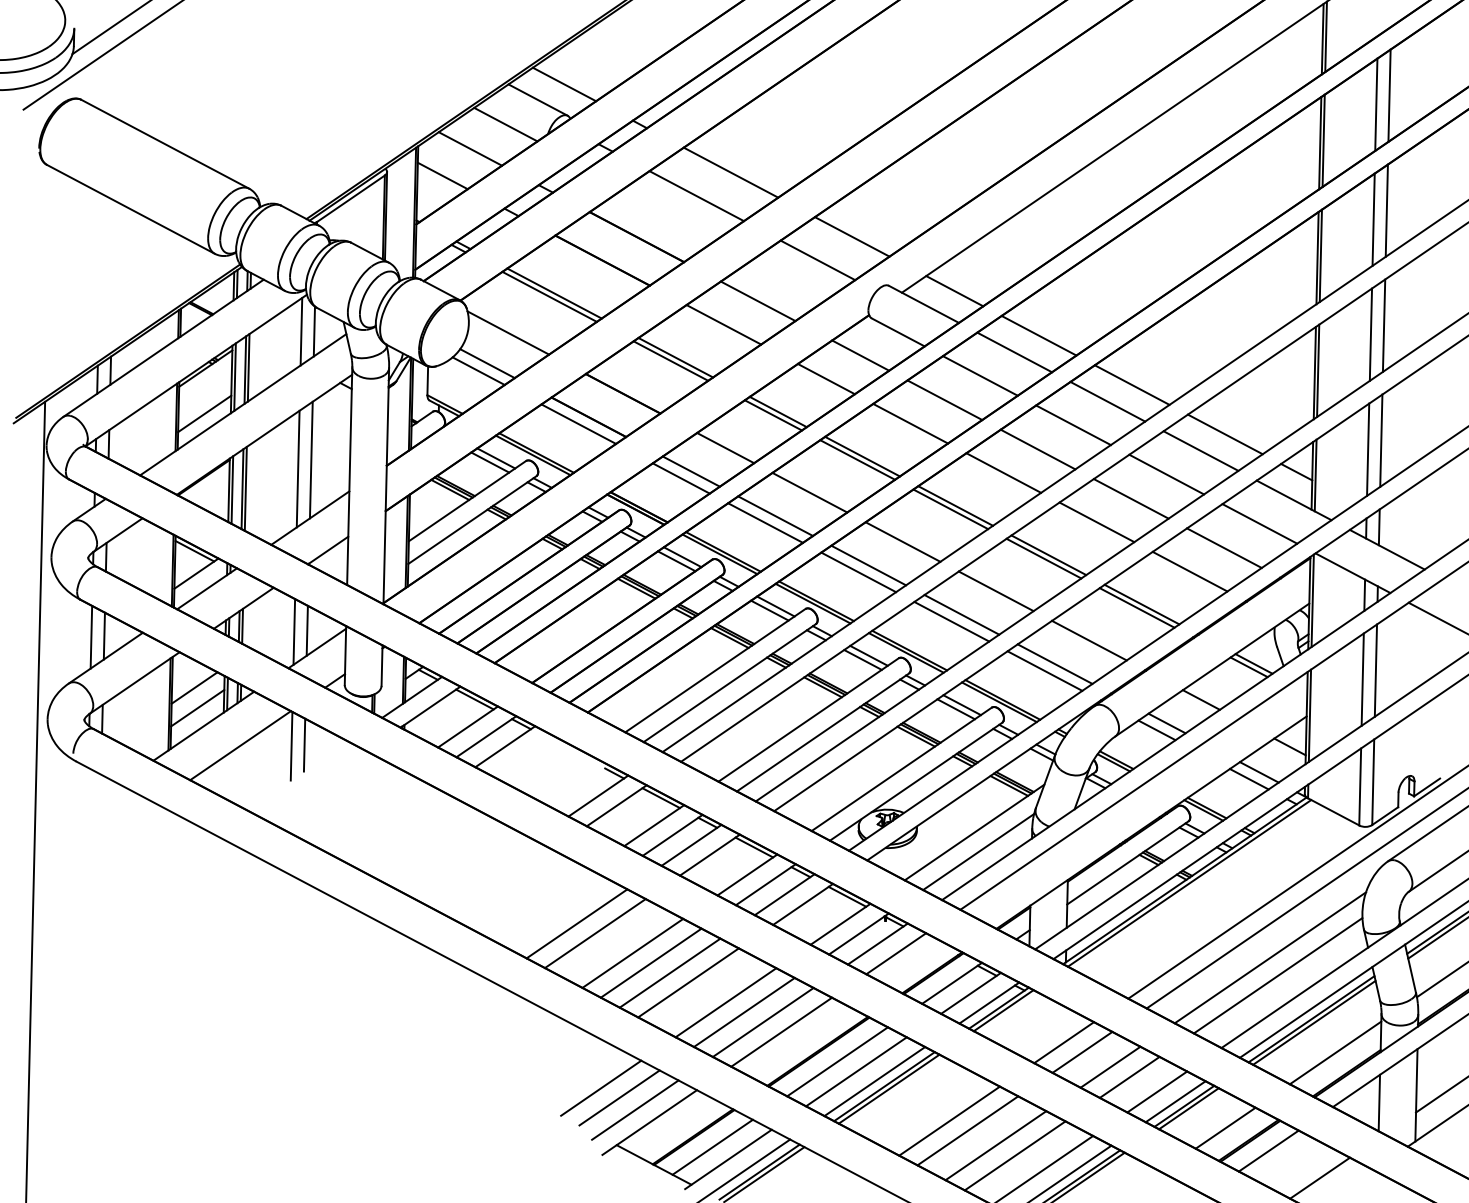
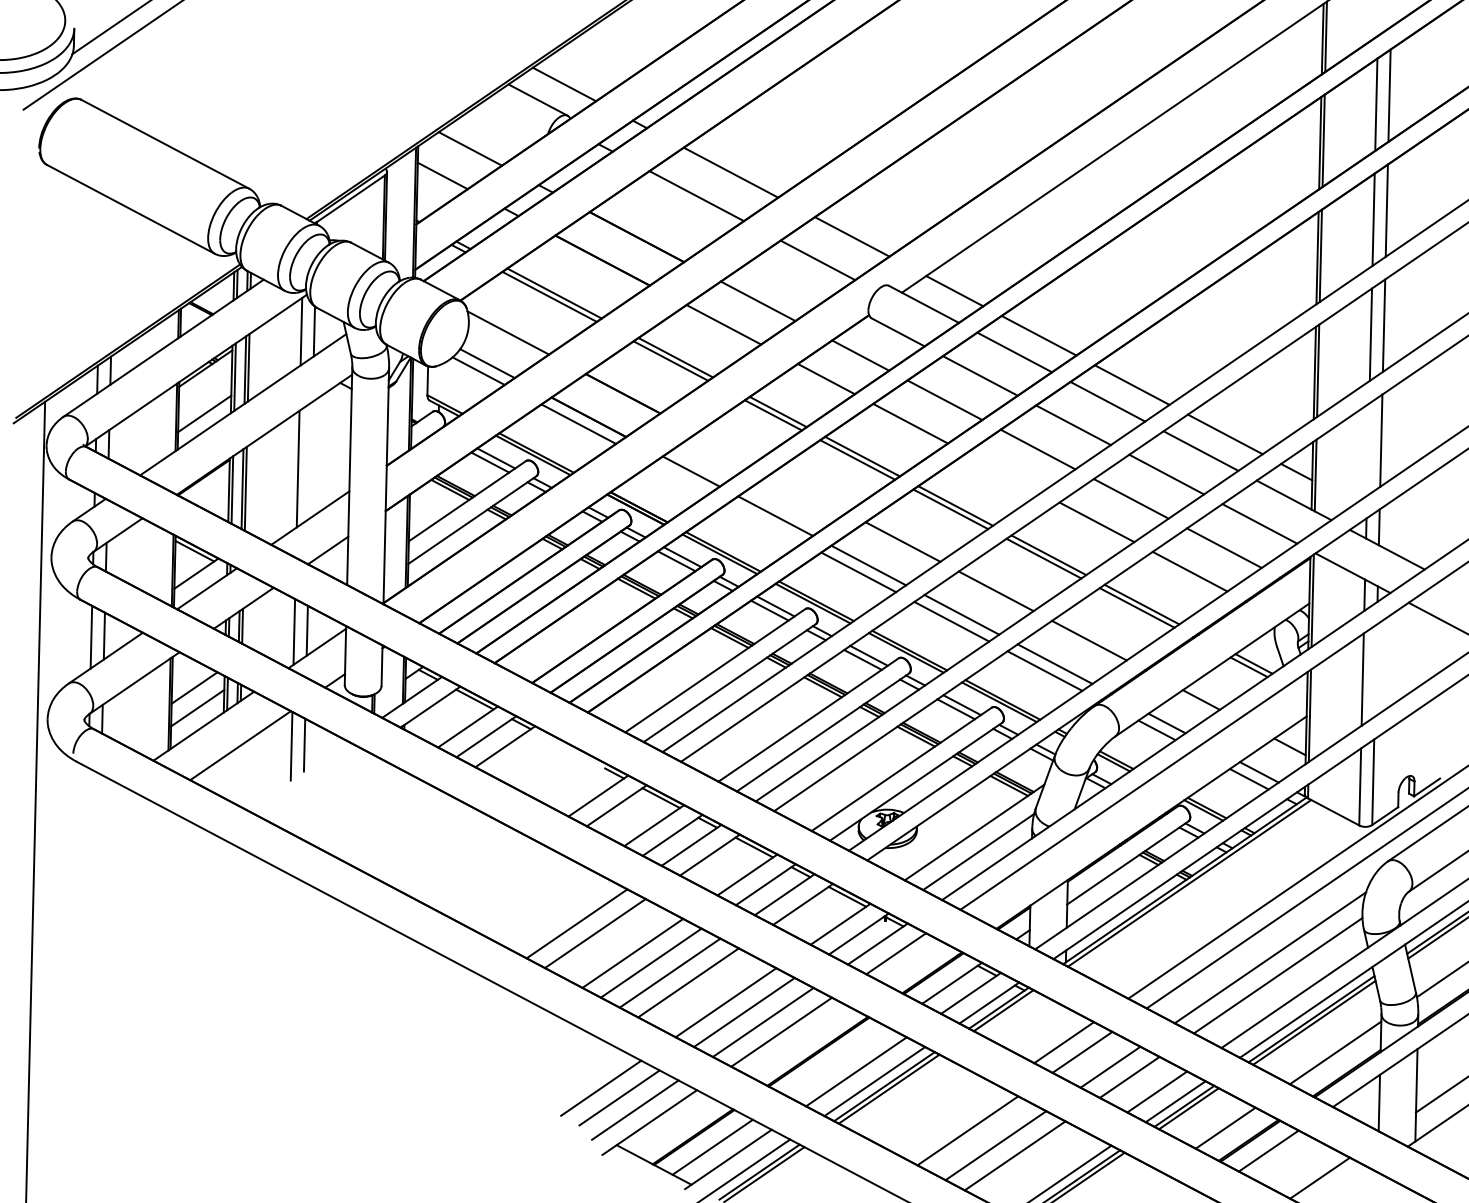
line at (505, 124): present -> none
line at (725, 448): present -> none
line at (1368, 449): present -> none
line at (310, 459): present -> none
line at (1003, 472): present -> none
line at (680, 478): present -> none
line at (809, 492): present -> none
line at (765, 522): present -> none
line at (1375, 670): present -> none
line at (837, 1061): present -> none
line at (949, 1120): present -> none
line at (1046, 1167): present -> none
